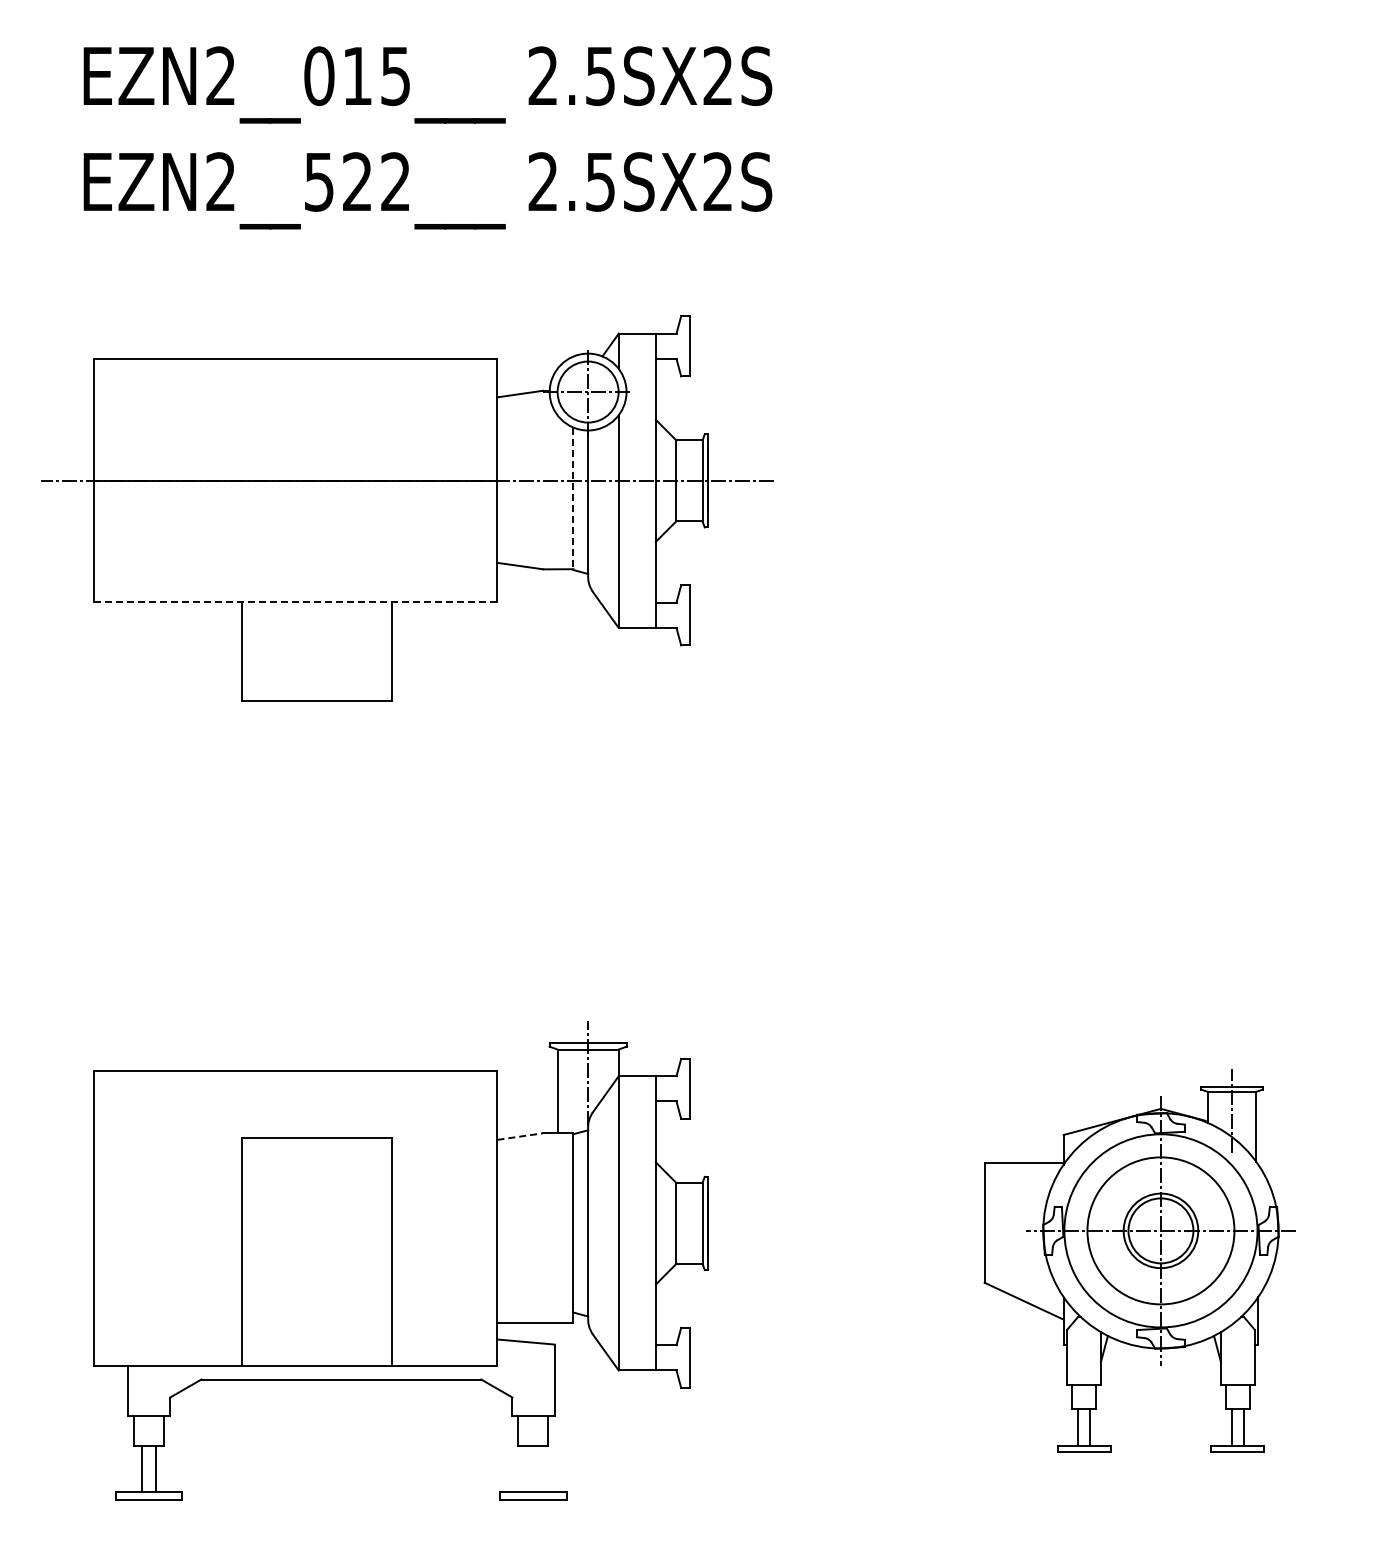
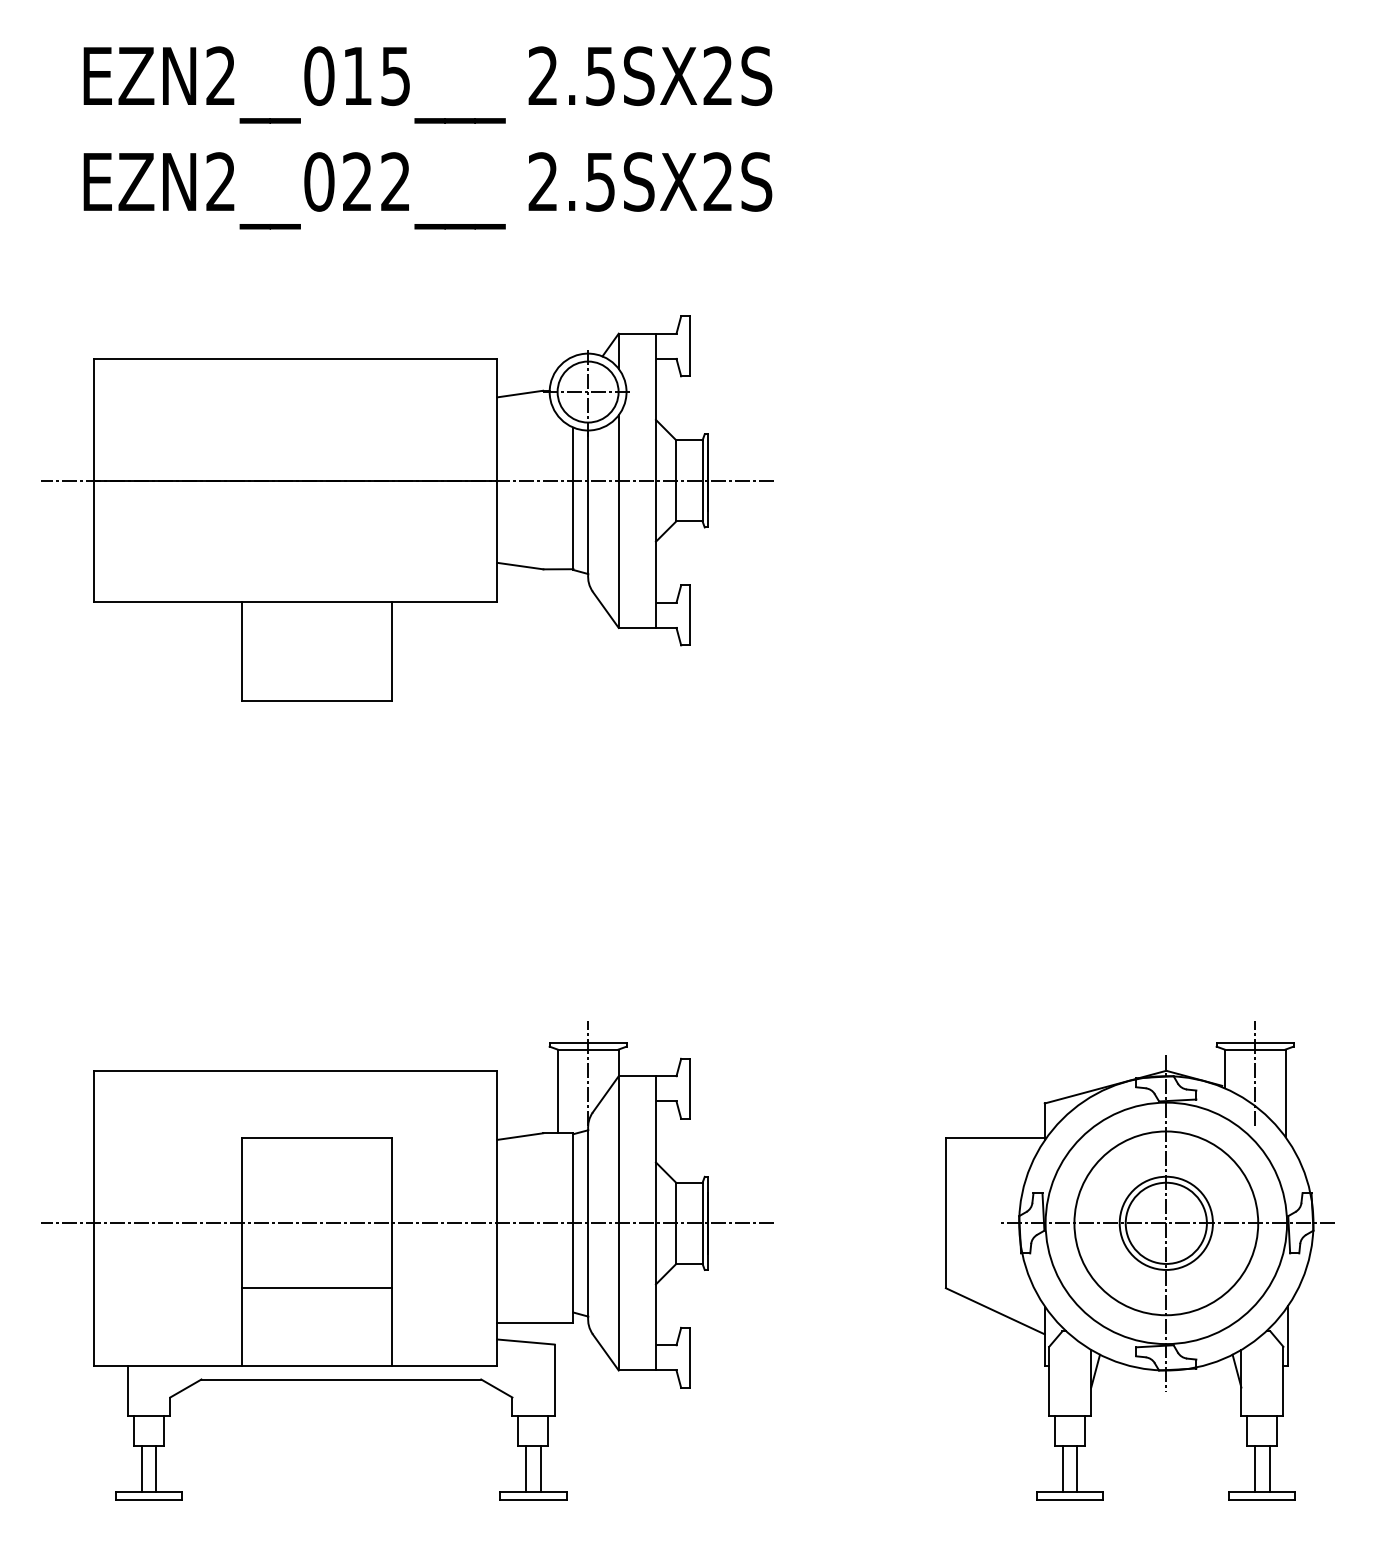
text at (319, 181): EZN2__522___ -> EZN2__022___
line at (573, 499): dashed -> solid
line at (295, 602): dashed -> solid
line at (520, 1136): dashed -> solid
line at (407, 1223): none -> present
part at (1139, 1260) size: 313x384 px -> 391x480 px
line at (317, 1288): none -> present
line at (526, 1468): none -> present
line at (540, 1468): none -> present
